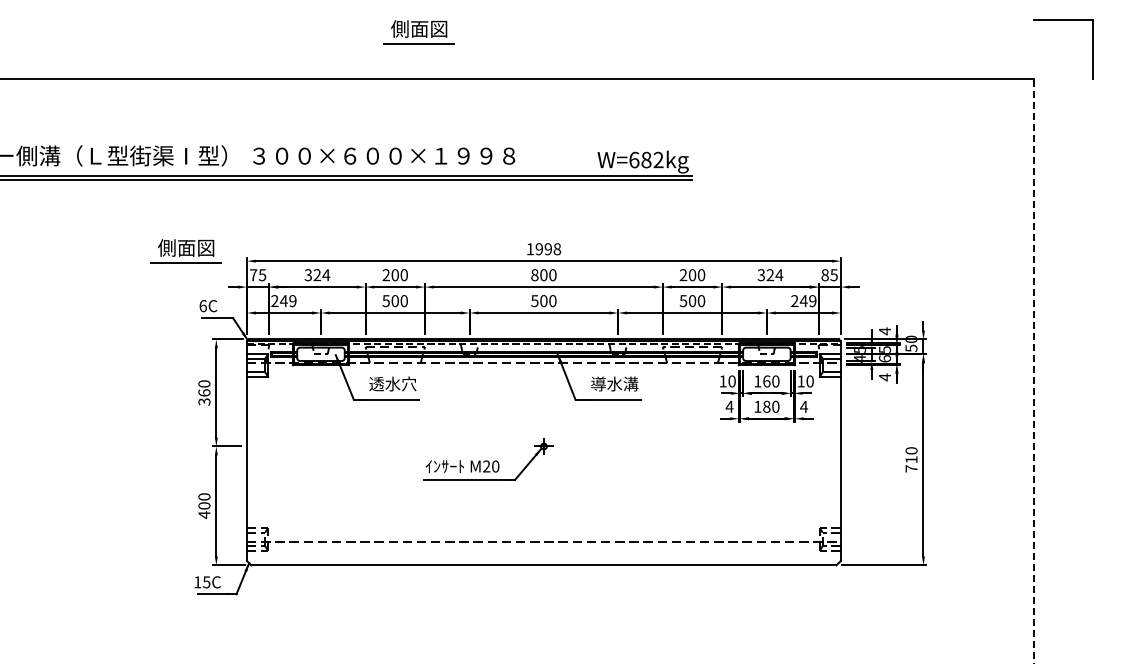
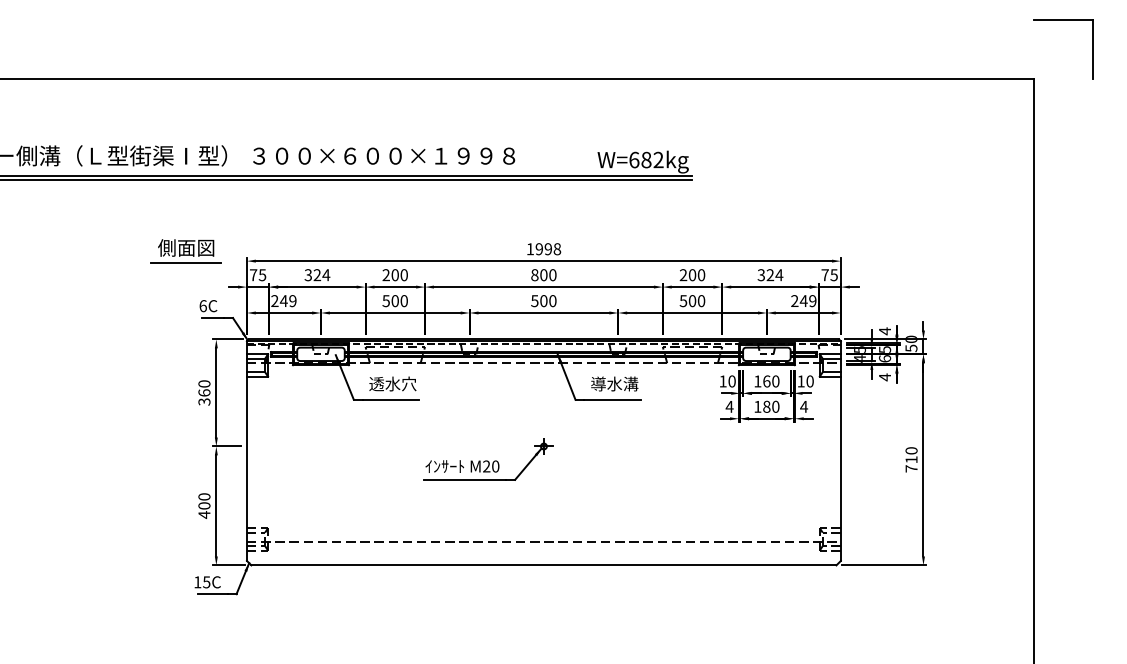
part at (418, 32): present -> none
text at (824, 275): 85 -> 75
line at (1033, 371): dashed -> solid
